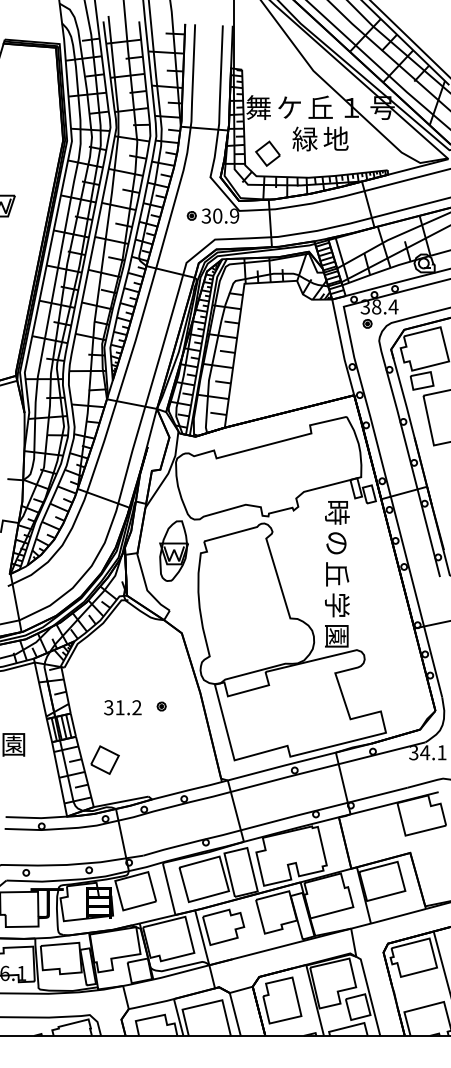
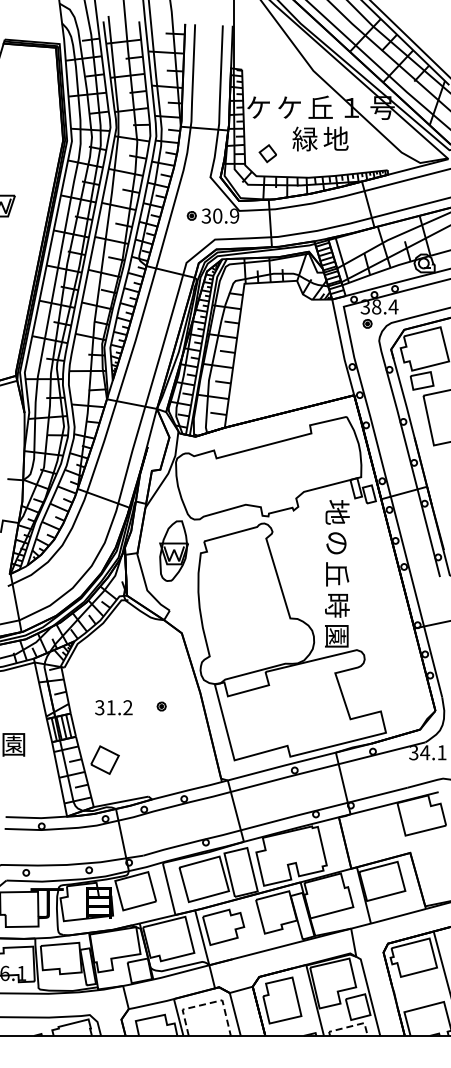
text at (258, 107): 舞 -> ケ
part at (267, 153) size: 26x27 px -> 19x20 px
text at (337, 512): 時 -> 地
text at (337, 605): 学 -> 時
text at (122, 707) position: (122, 707) -> (113, 707)
line at (206, 1003): solid -> dashed
line at (351, 1026): solid -> dashed
